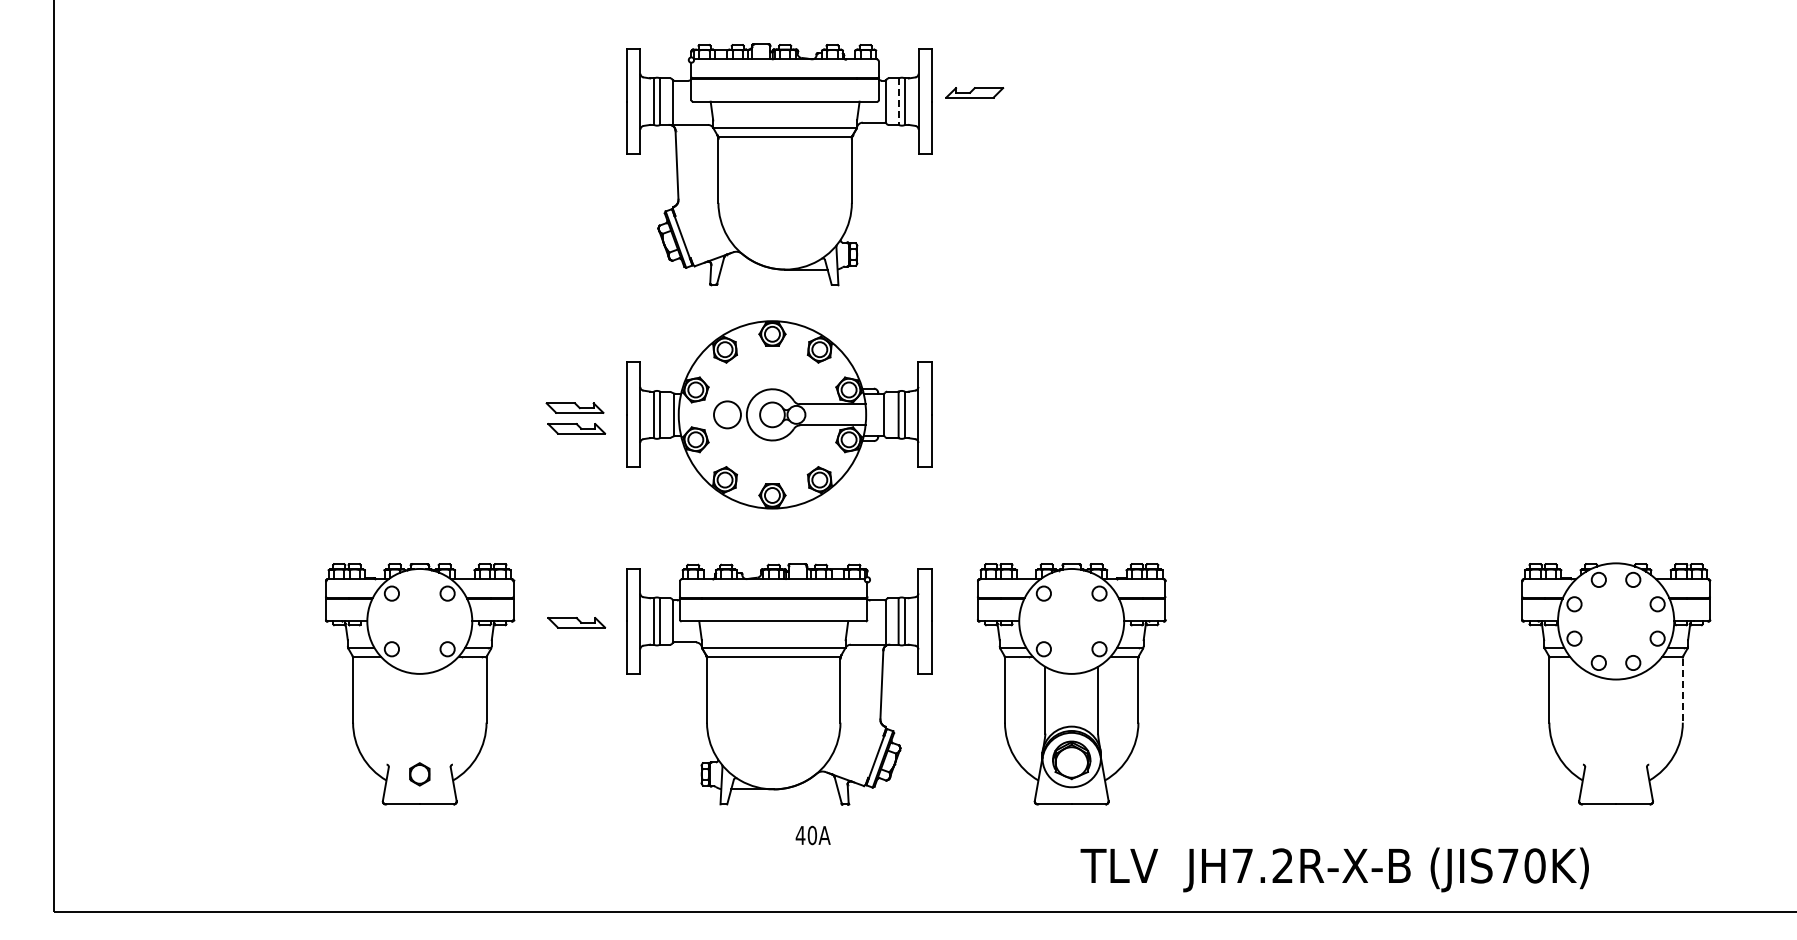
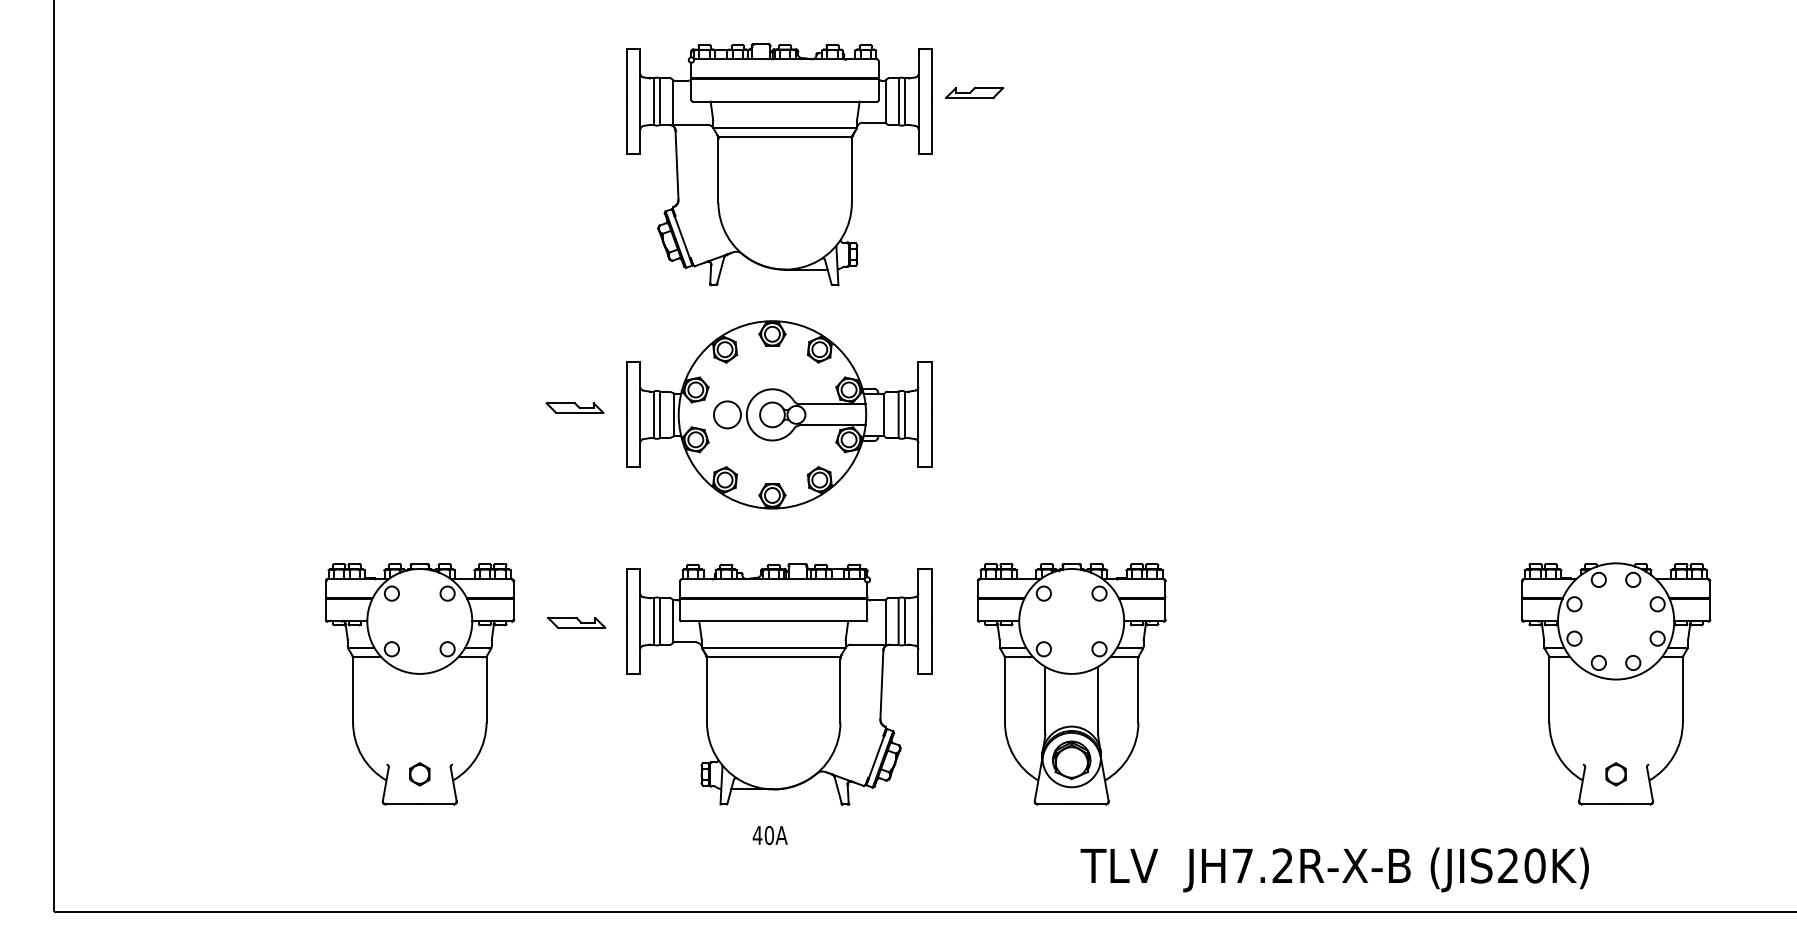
line at (898, 102): dashed -> solid
part at (576, 428): present -> none
line at (1682, 691): dashed -> solid
part at (1615, 774): none -> present
text at (812, 835) position: (812, 835) -> (769, 835)
text at (1508, 865): (JIS70K) -> (JIS20K)
